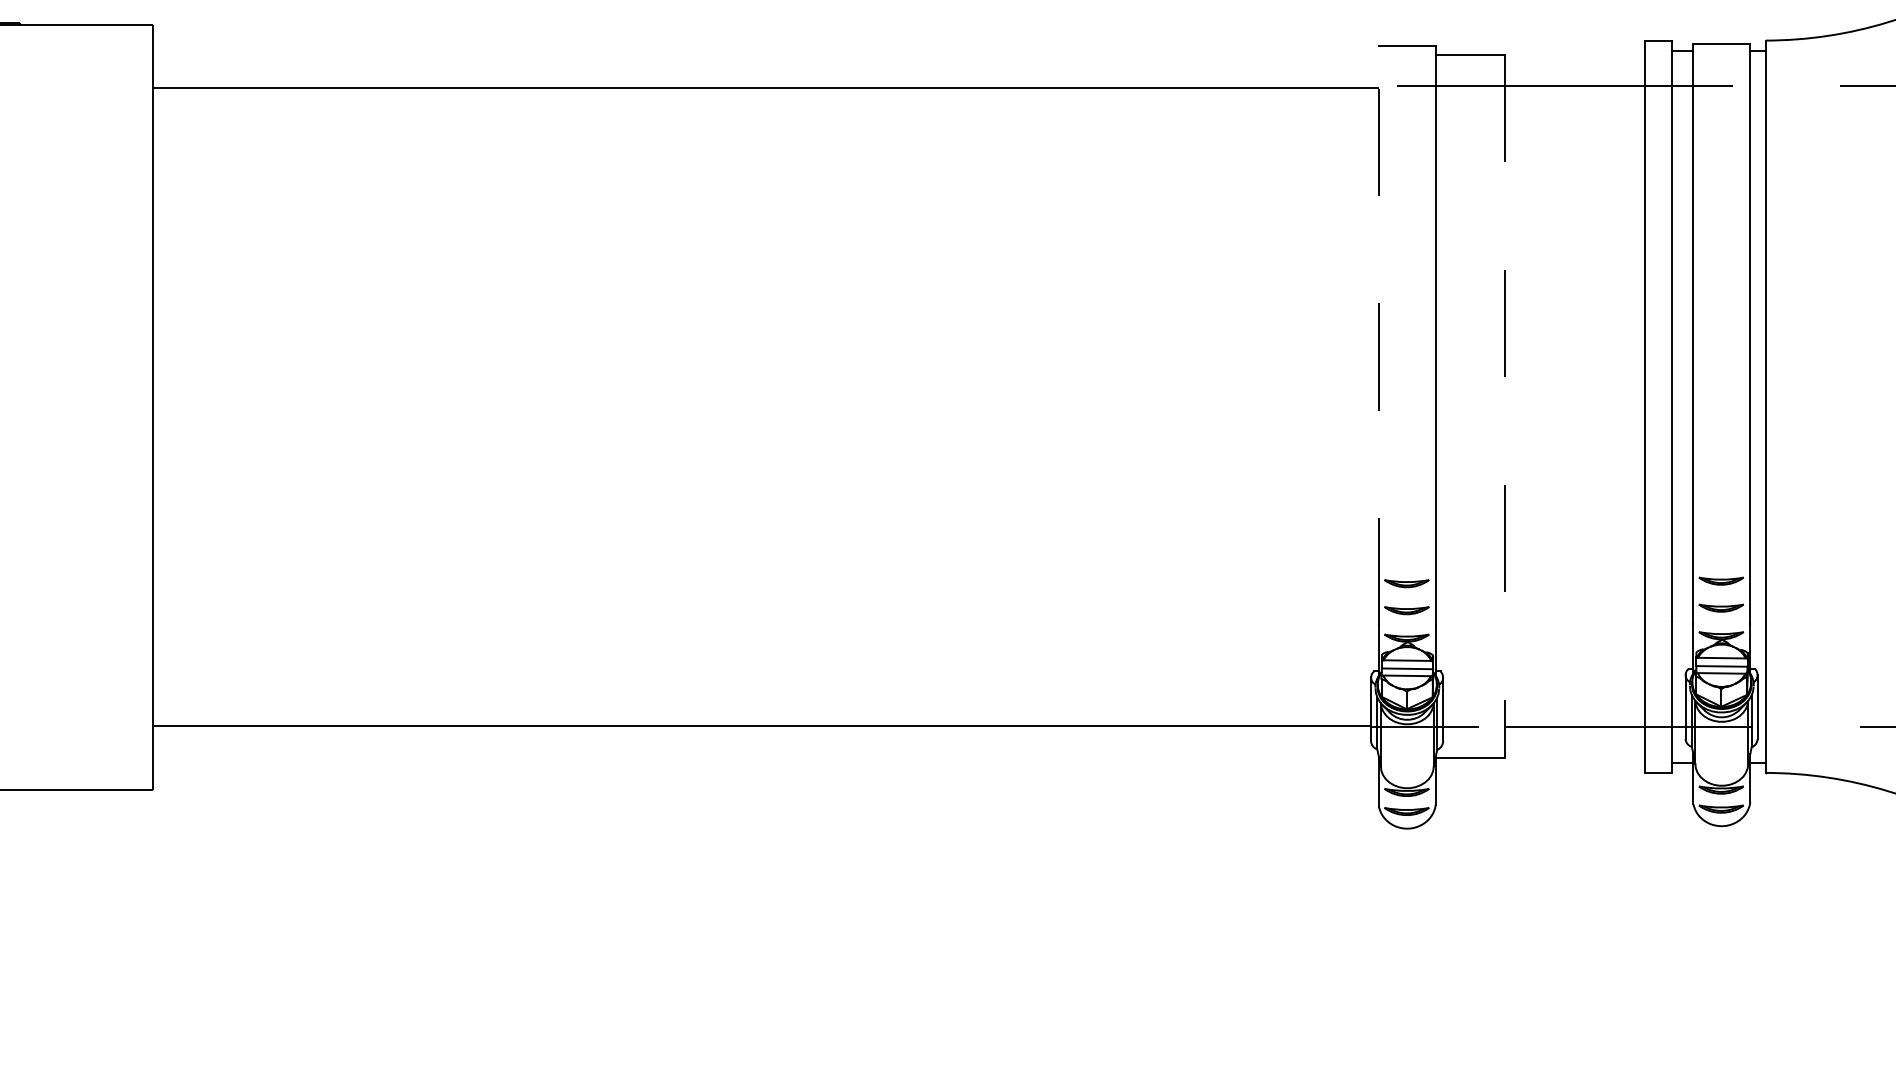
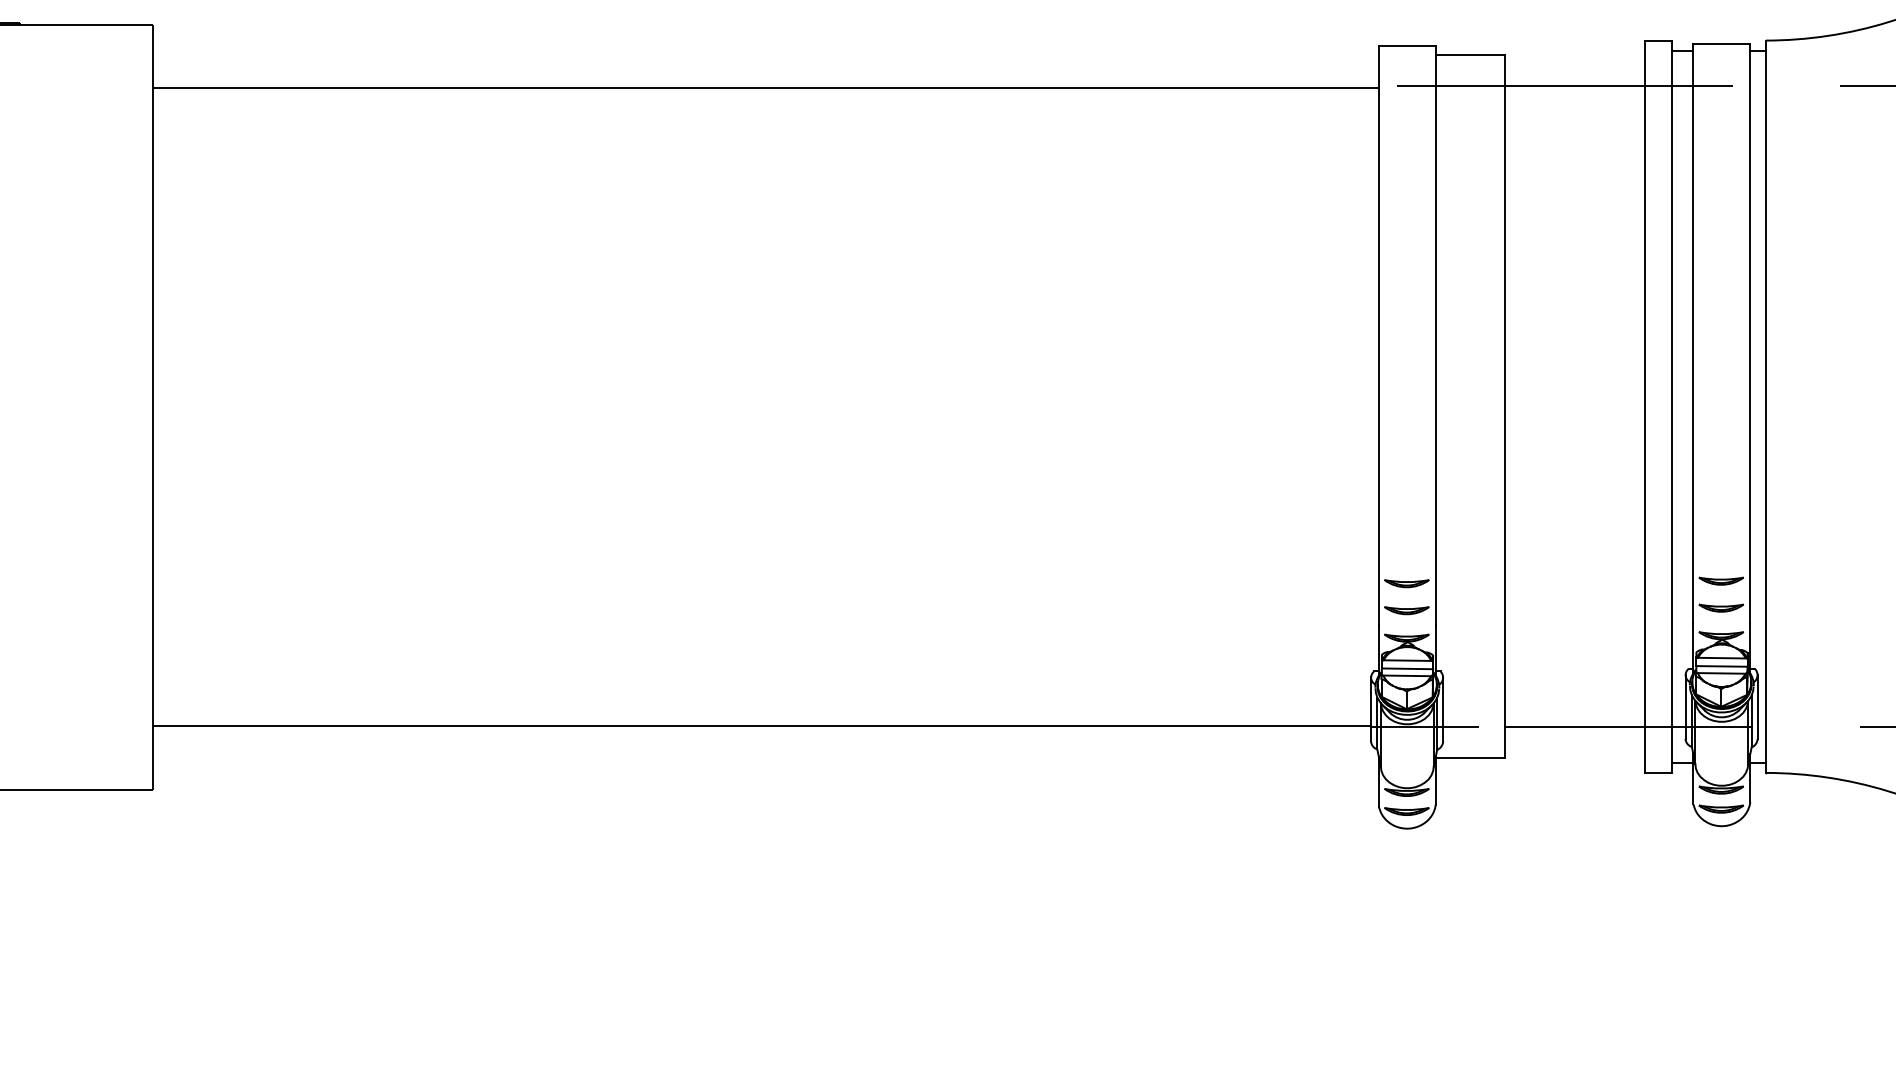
line at (1378, 335): dashed -> solid
line at (1504, 406): dashed -> solid
